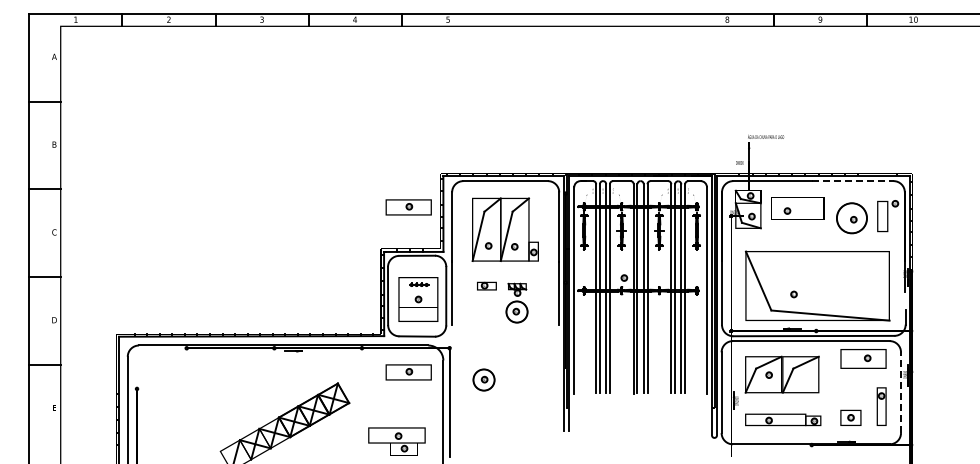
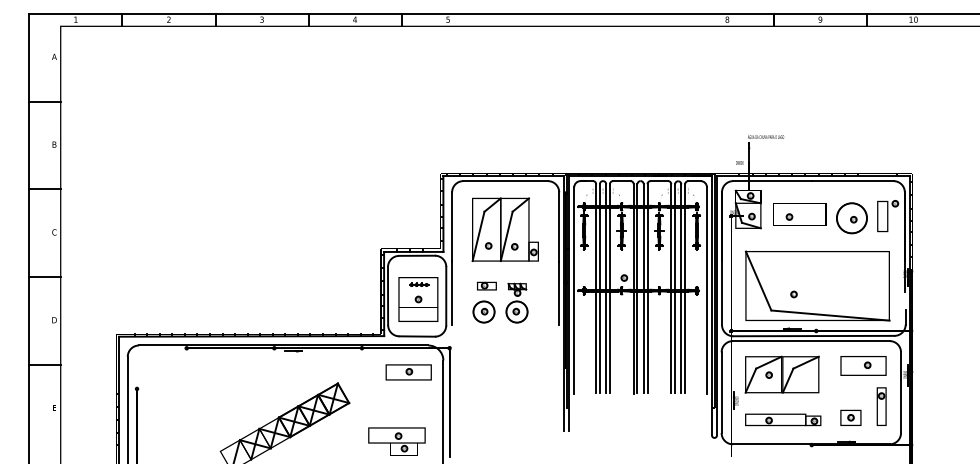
line at (852, 181): dashed -> solid
part at (408, 207): present -> none
part at (797, 208) position: (797, 208) -> (799, 214)
part at (863, 358) position: (863, 358) -> (863, 365)
part at (483, 379) position: (483, 379) -> (483, 311)
line at (901, 392): dashed -> solid
